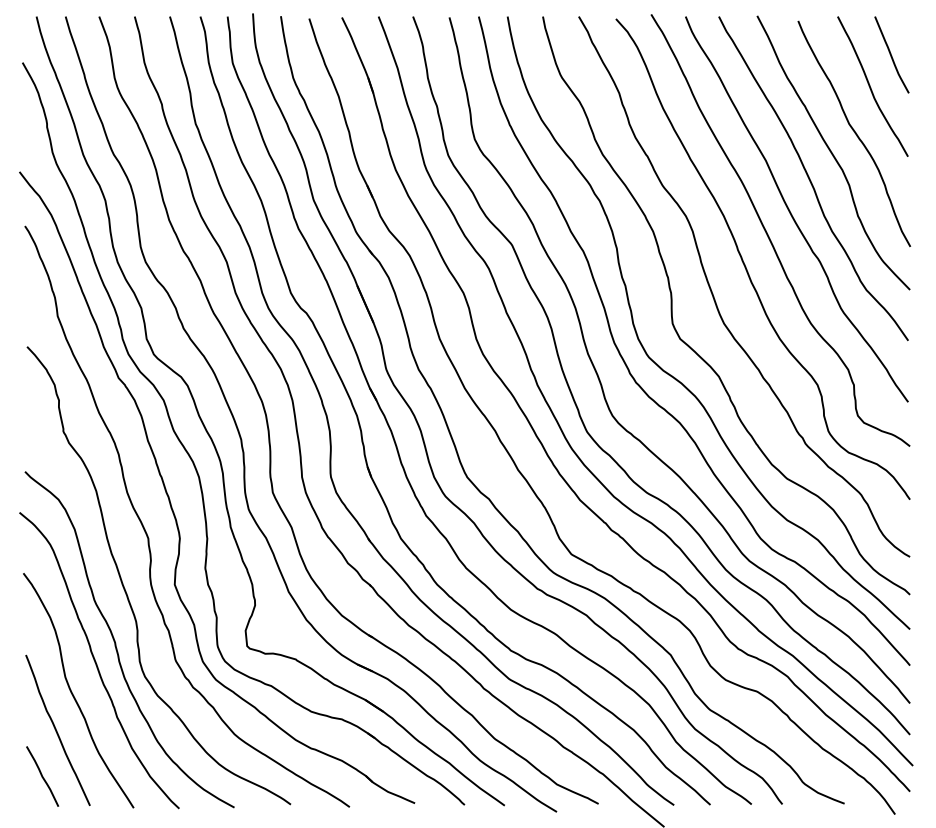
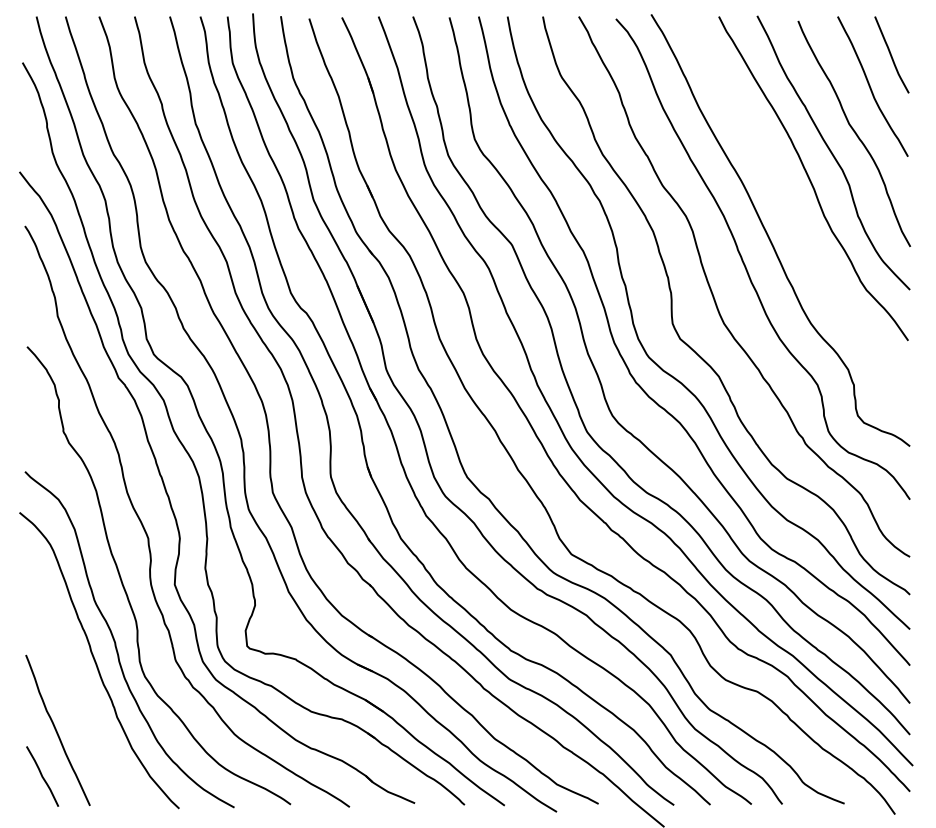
curve at (791, 212): present -> none
curve at (73, 693): present -> none
